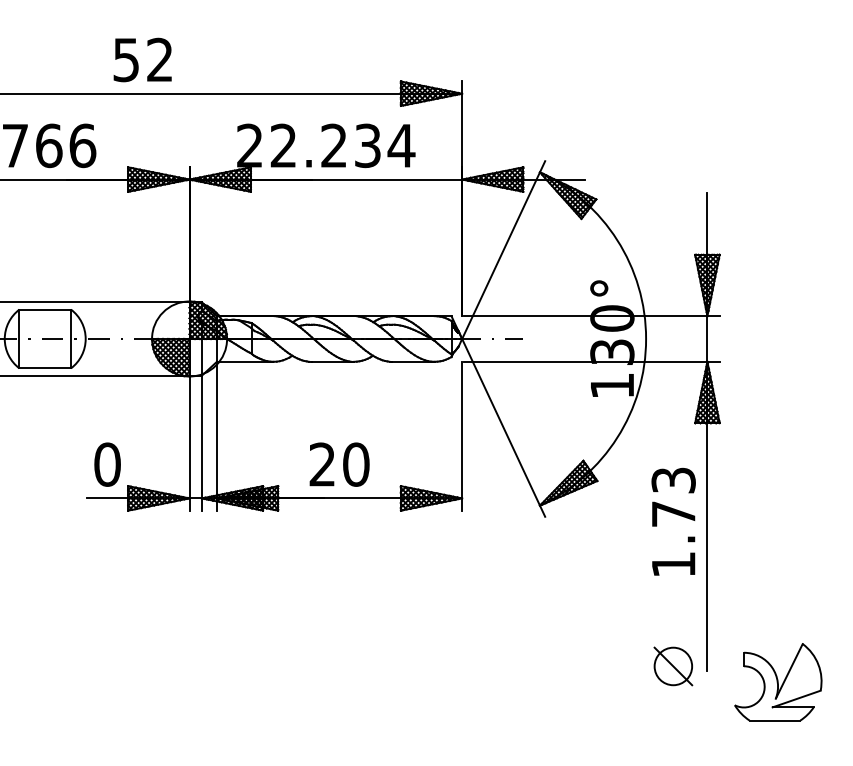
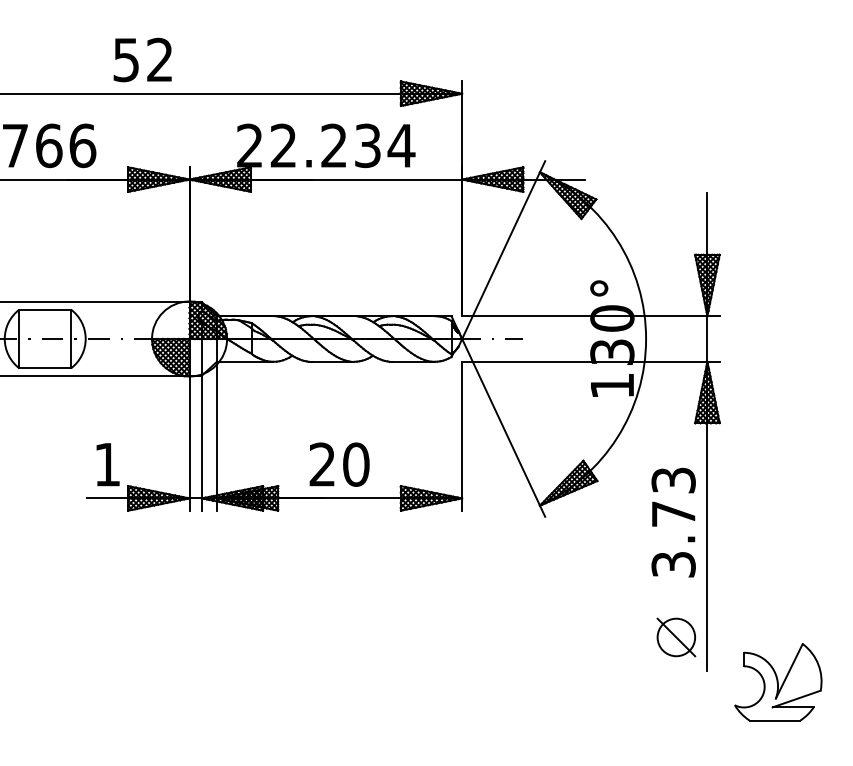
text at (107, 464): 0 -> 1
text at (673, 564): 1.73 -> 3.73
part at (673, 666) position: (673, 666) -> (676, 637)
